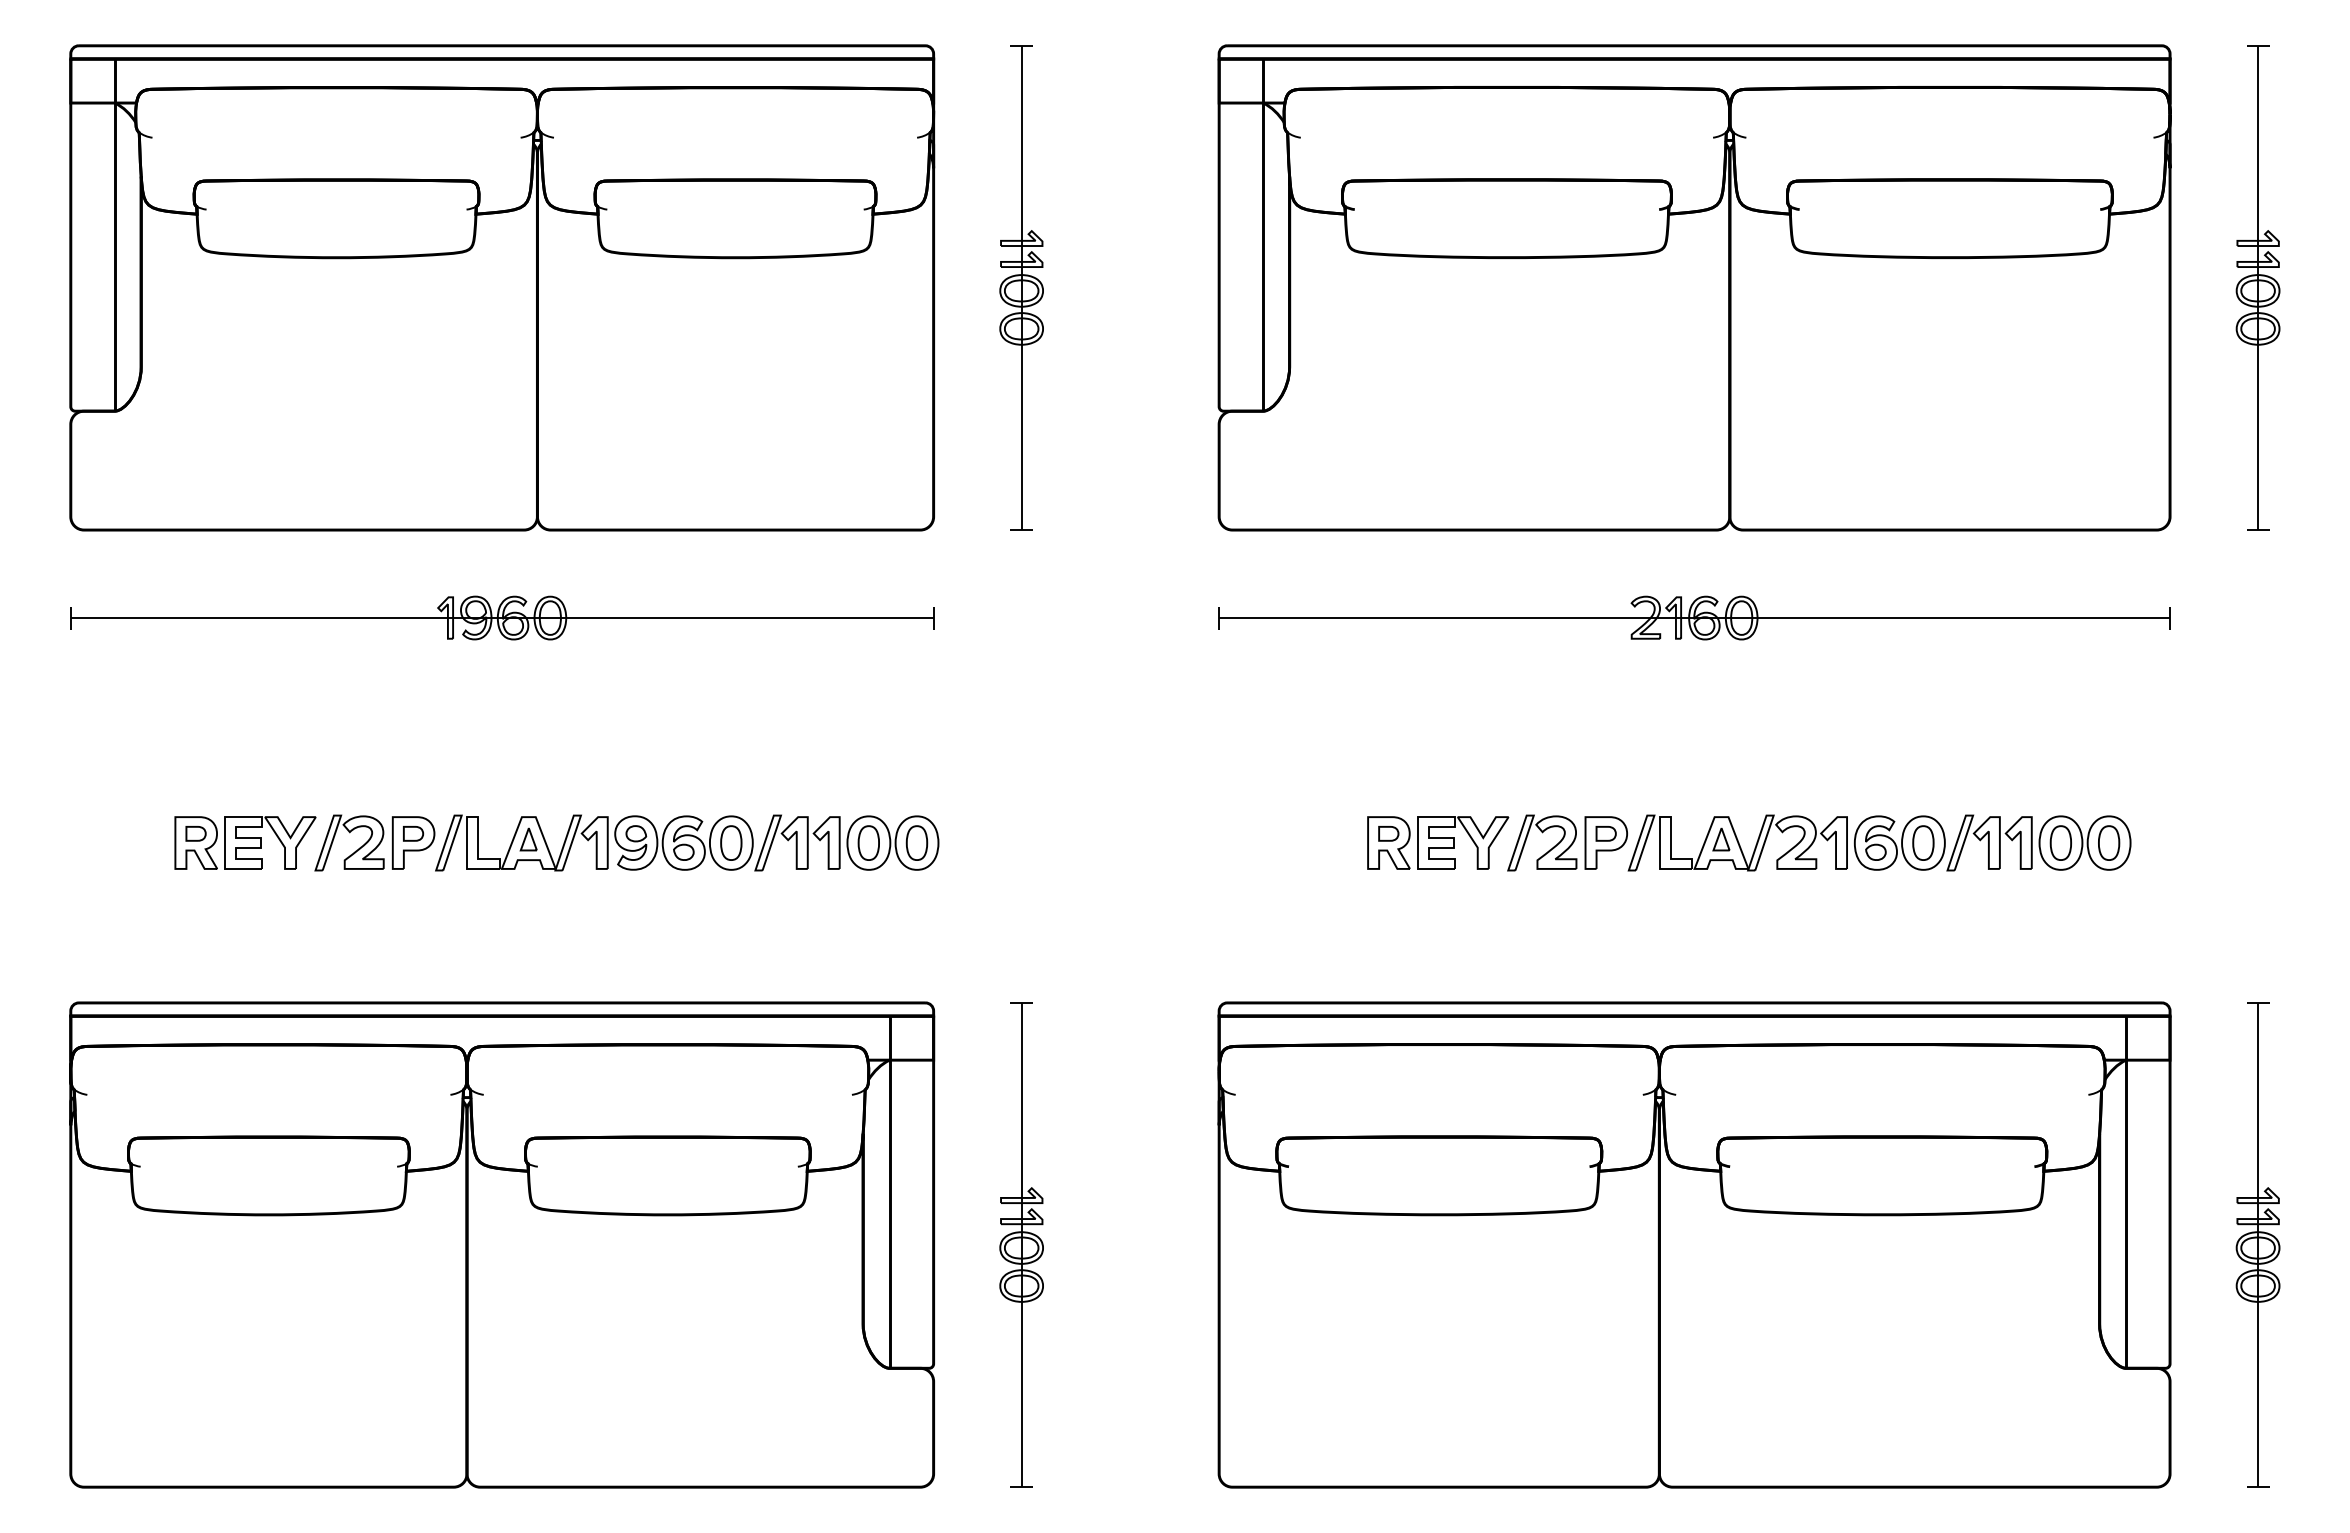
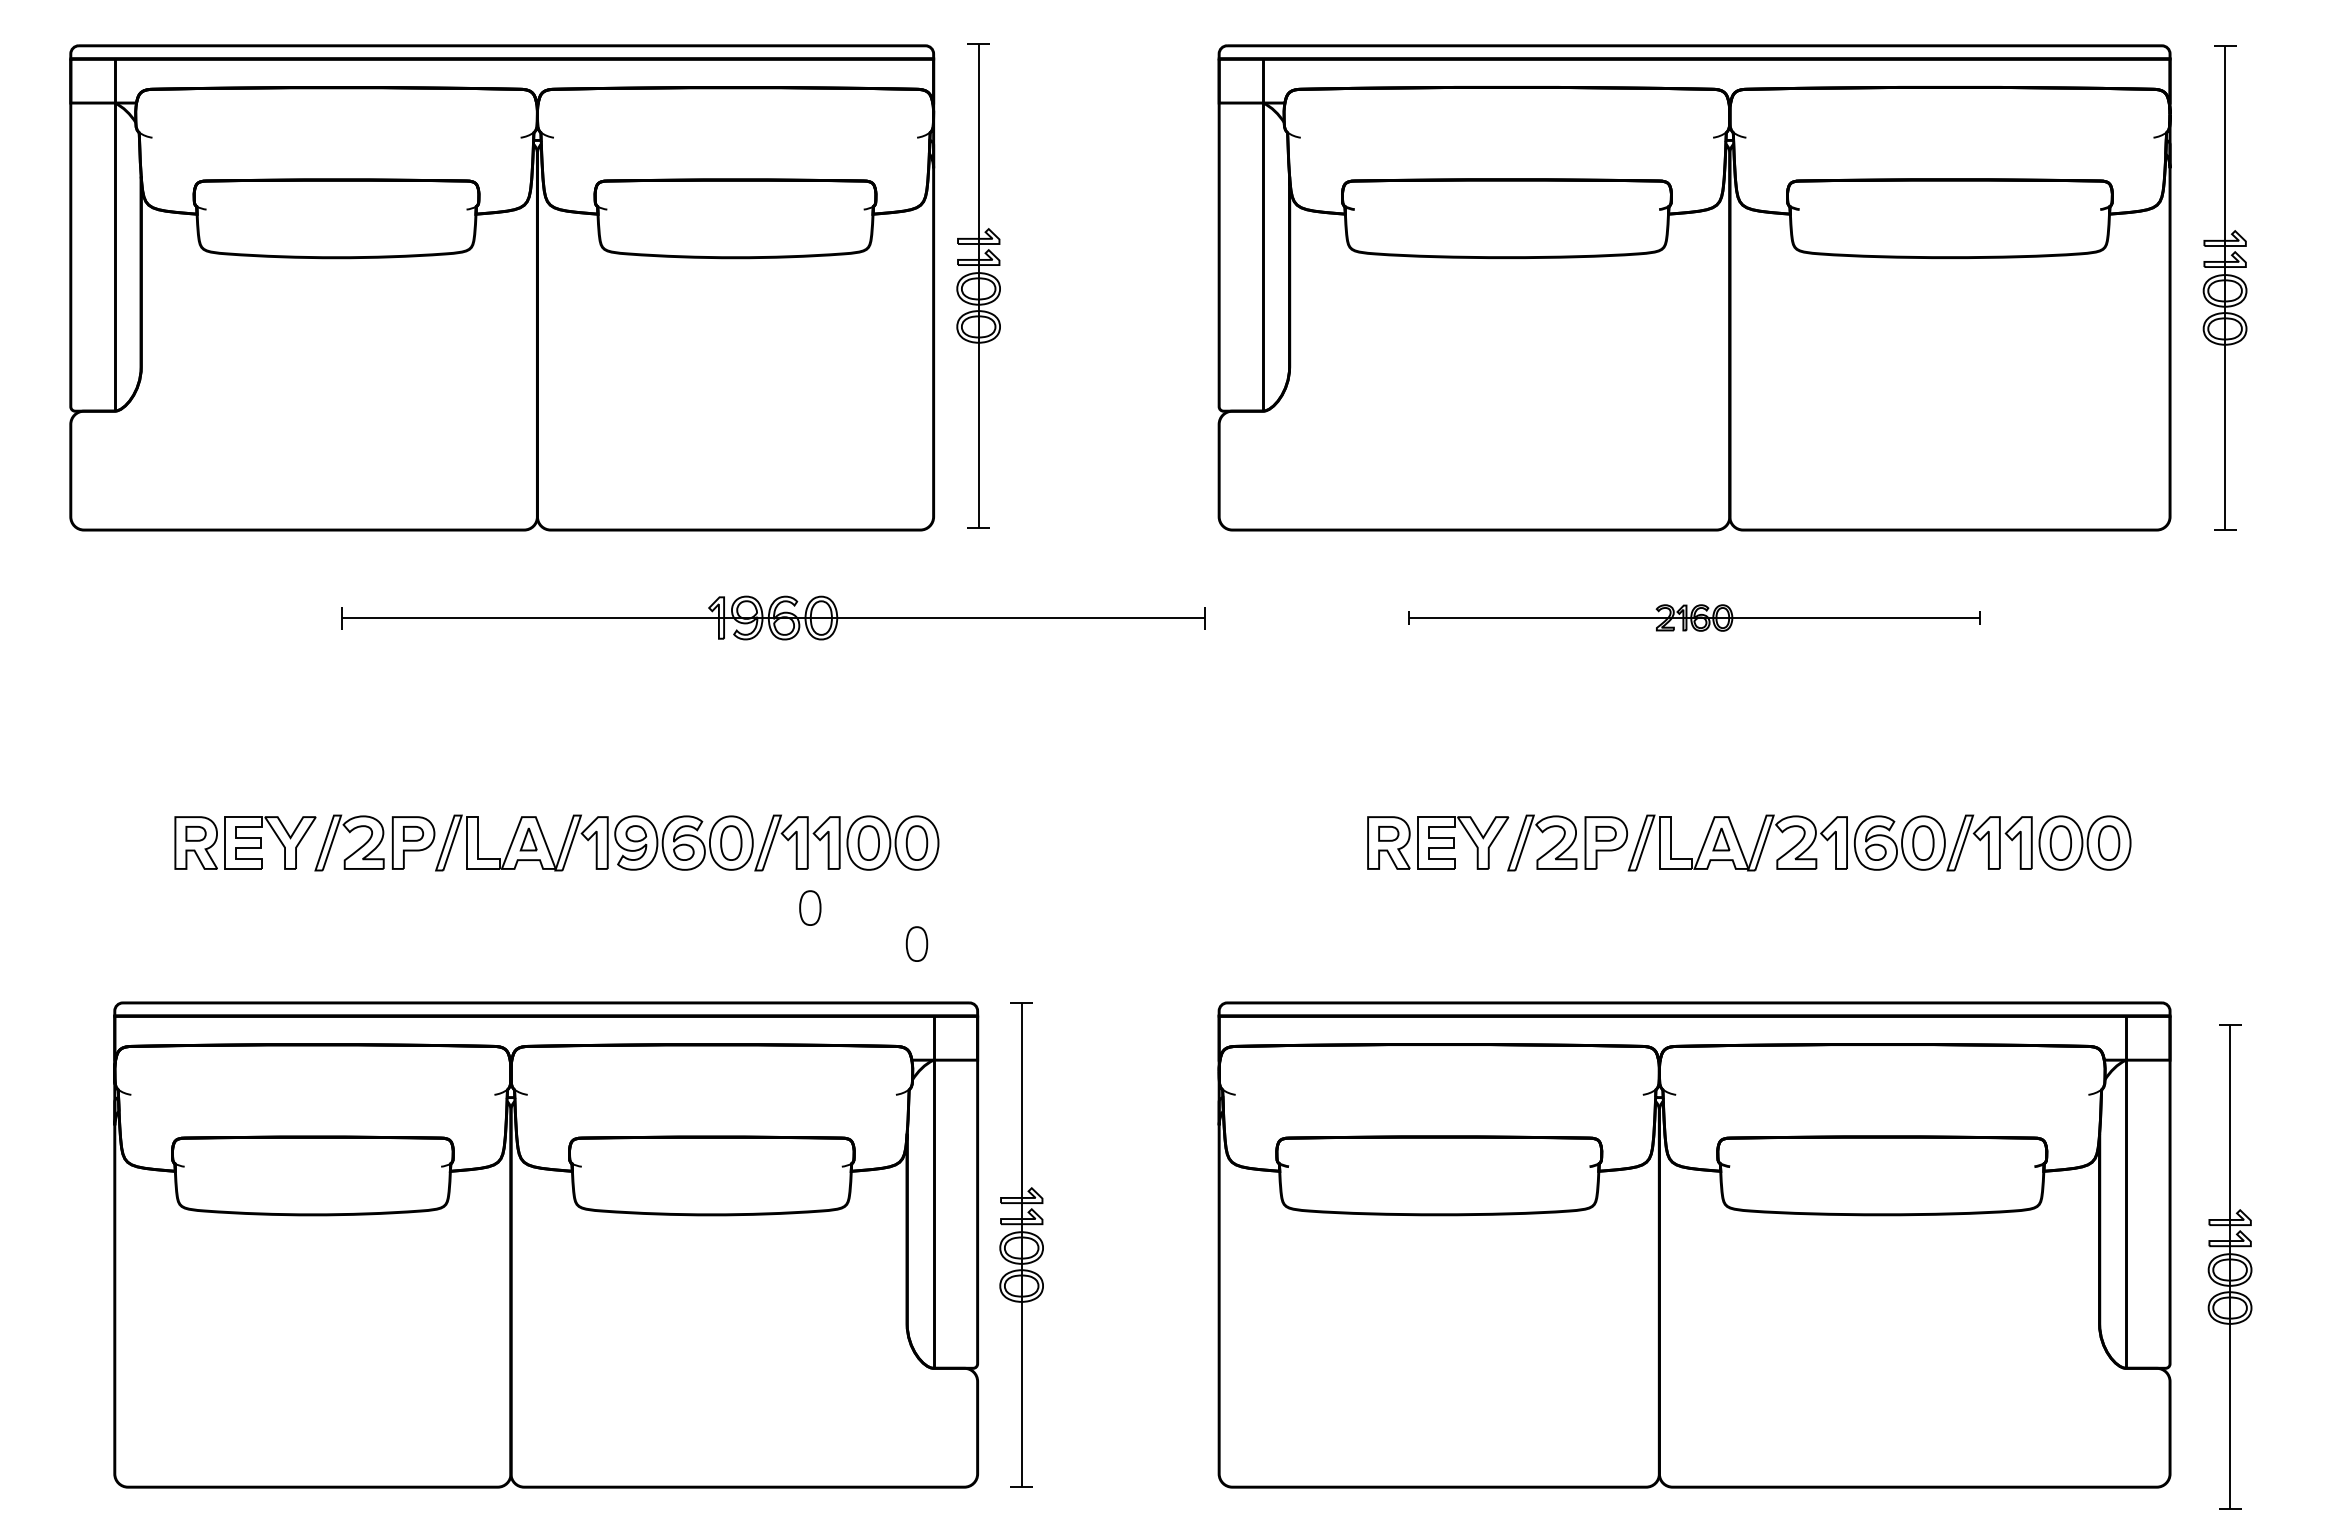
part at (1021, 287) position: (1021, 287) -> (978, 285)
part at (2257, 287) position: (2257, 287) -> (2224, 287)
part at (502, 617) position: (502, 617) -> (773, 617)
part at (1694, 617) size: 953x46 px -> 573x28 px
part at (810, 907): none -> present
part at (916, 943): none -> present
part at (502, 1244) position: (502, 1244) -> (546, 1244)
part at (2257, 1244) position: (2257, 1244) -> (2229, 1266)
